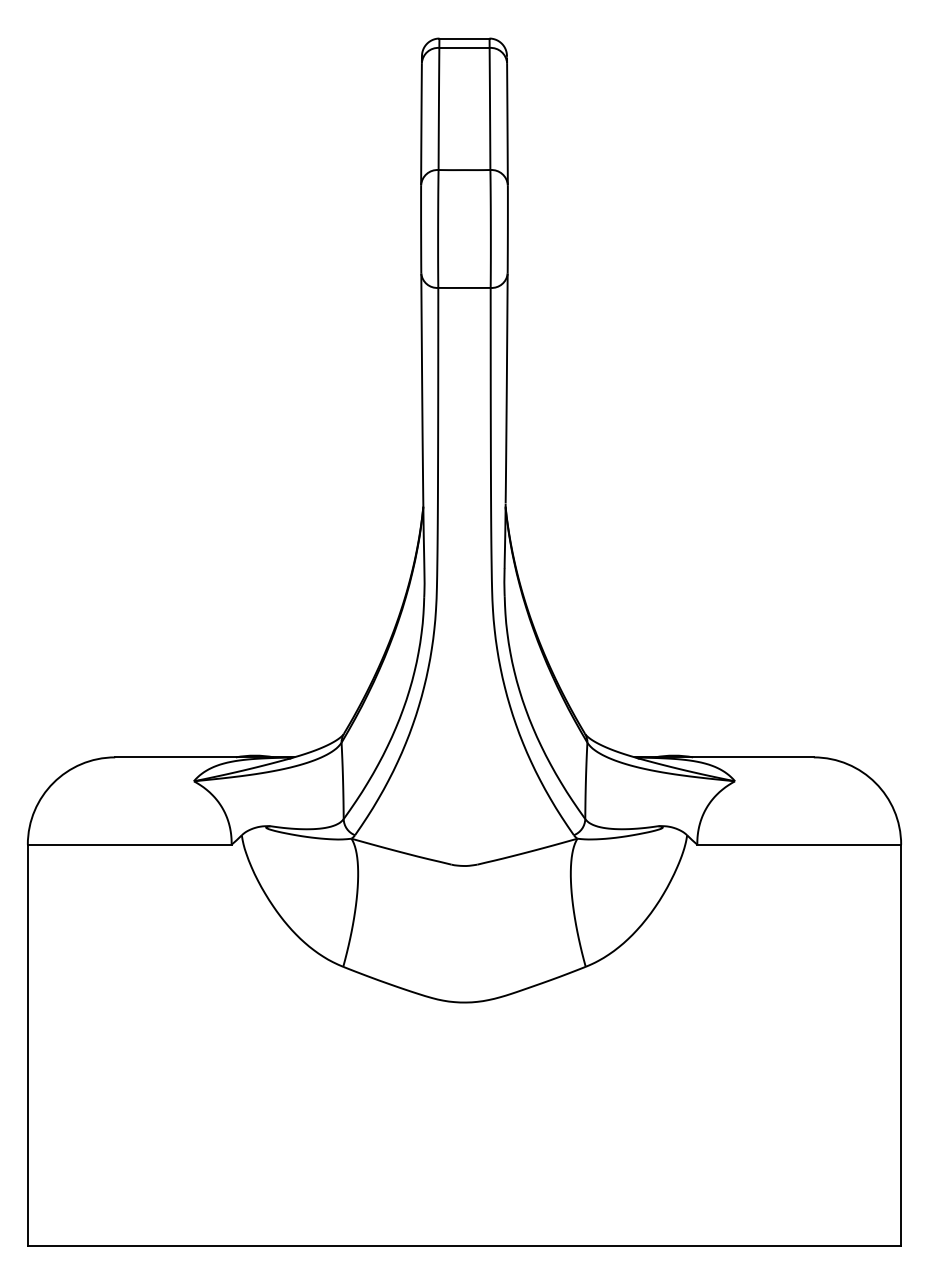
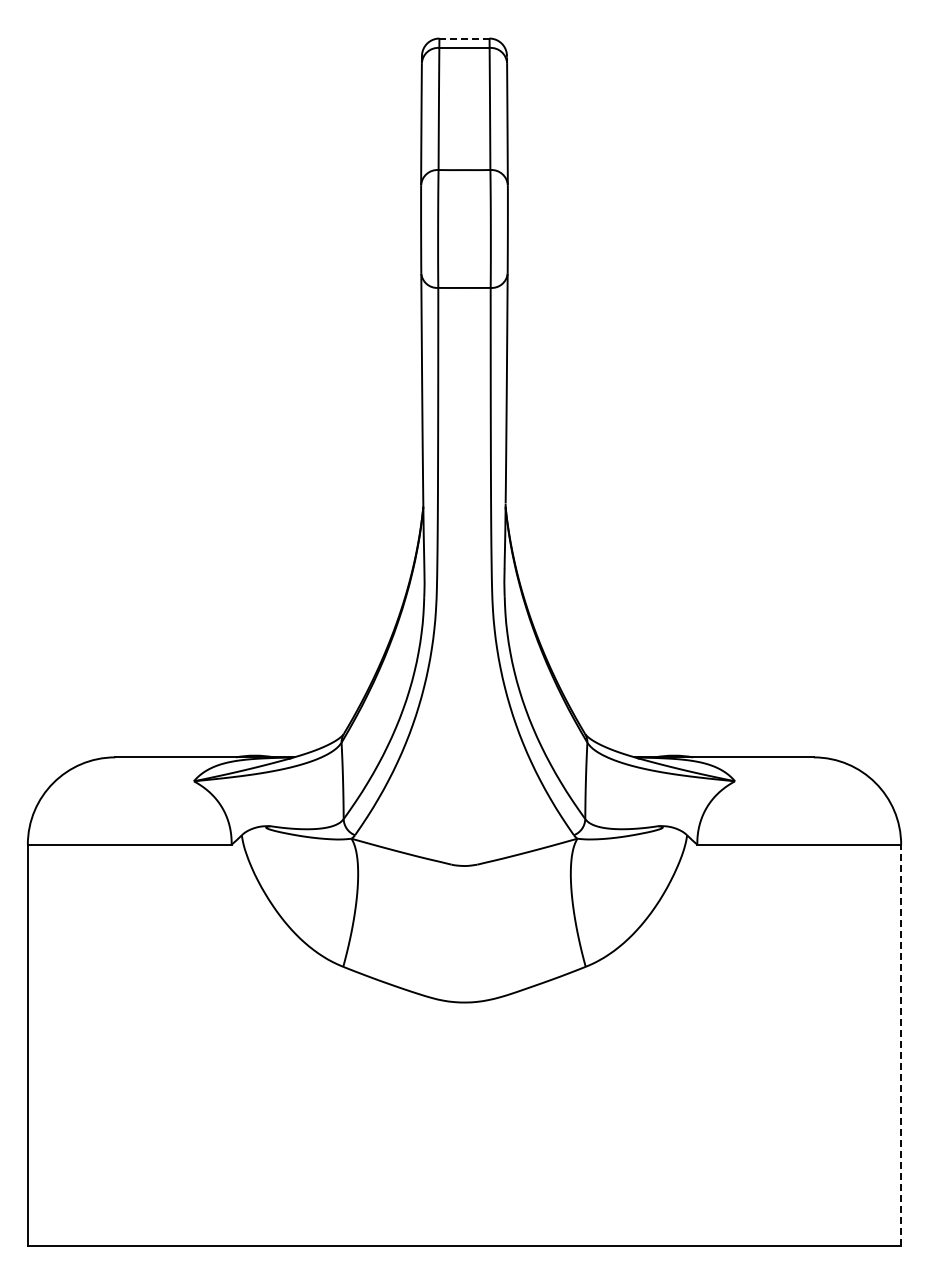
line at (464, 38): solid -> dashed
line at (901, 1045): solid -> dashed
